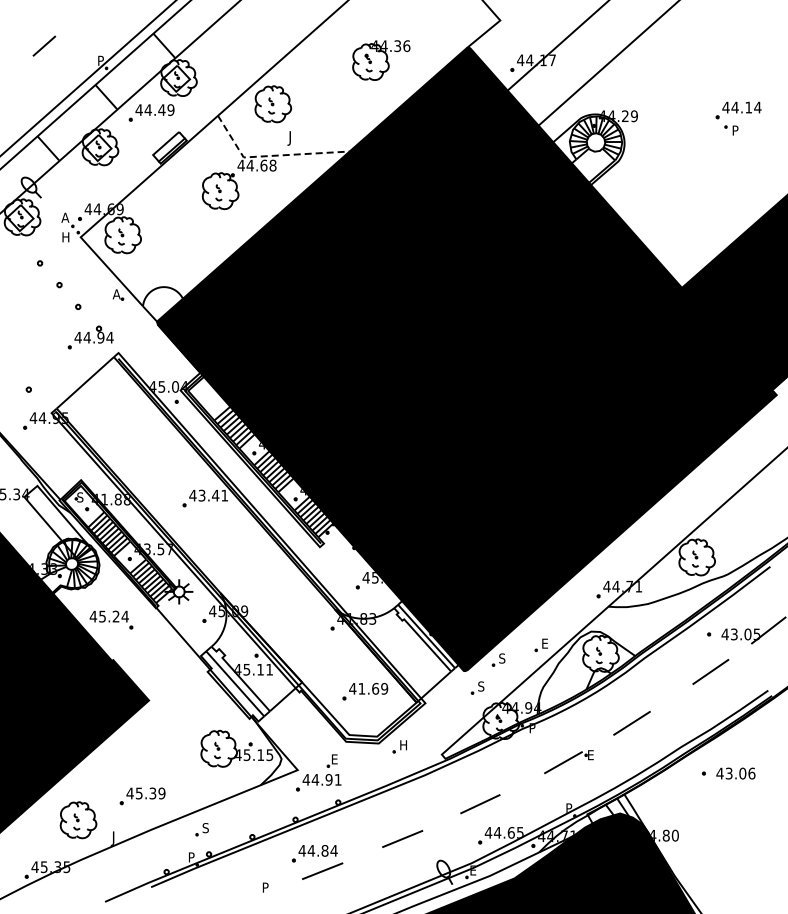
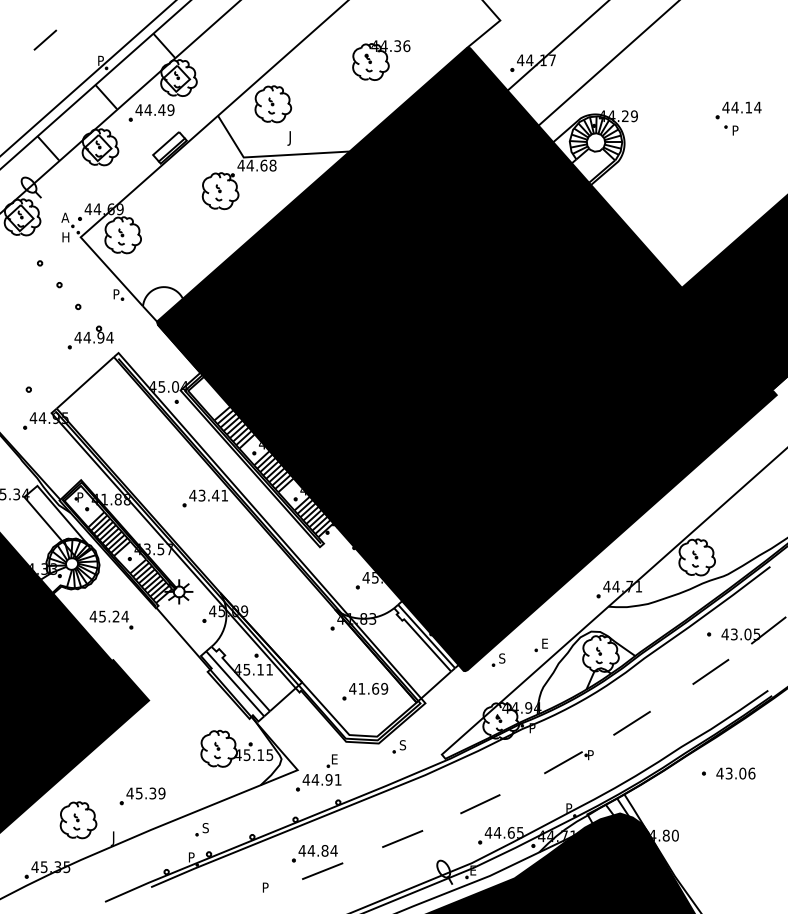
line at (44, 45) position: (44, 45) -> (45, 39)
line at (272, 155): dashed -> solid
text at (116, 294): A -> P
text at (80, 497): S -> P
part at (477, 687): present -> none
text at (402, 745): H -> S
text at (591, 755): E -> P
